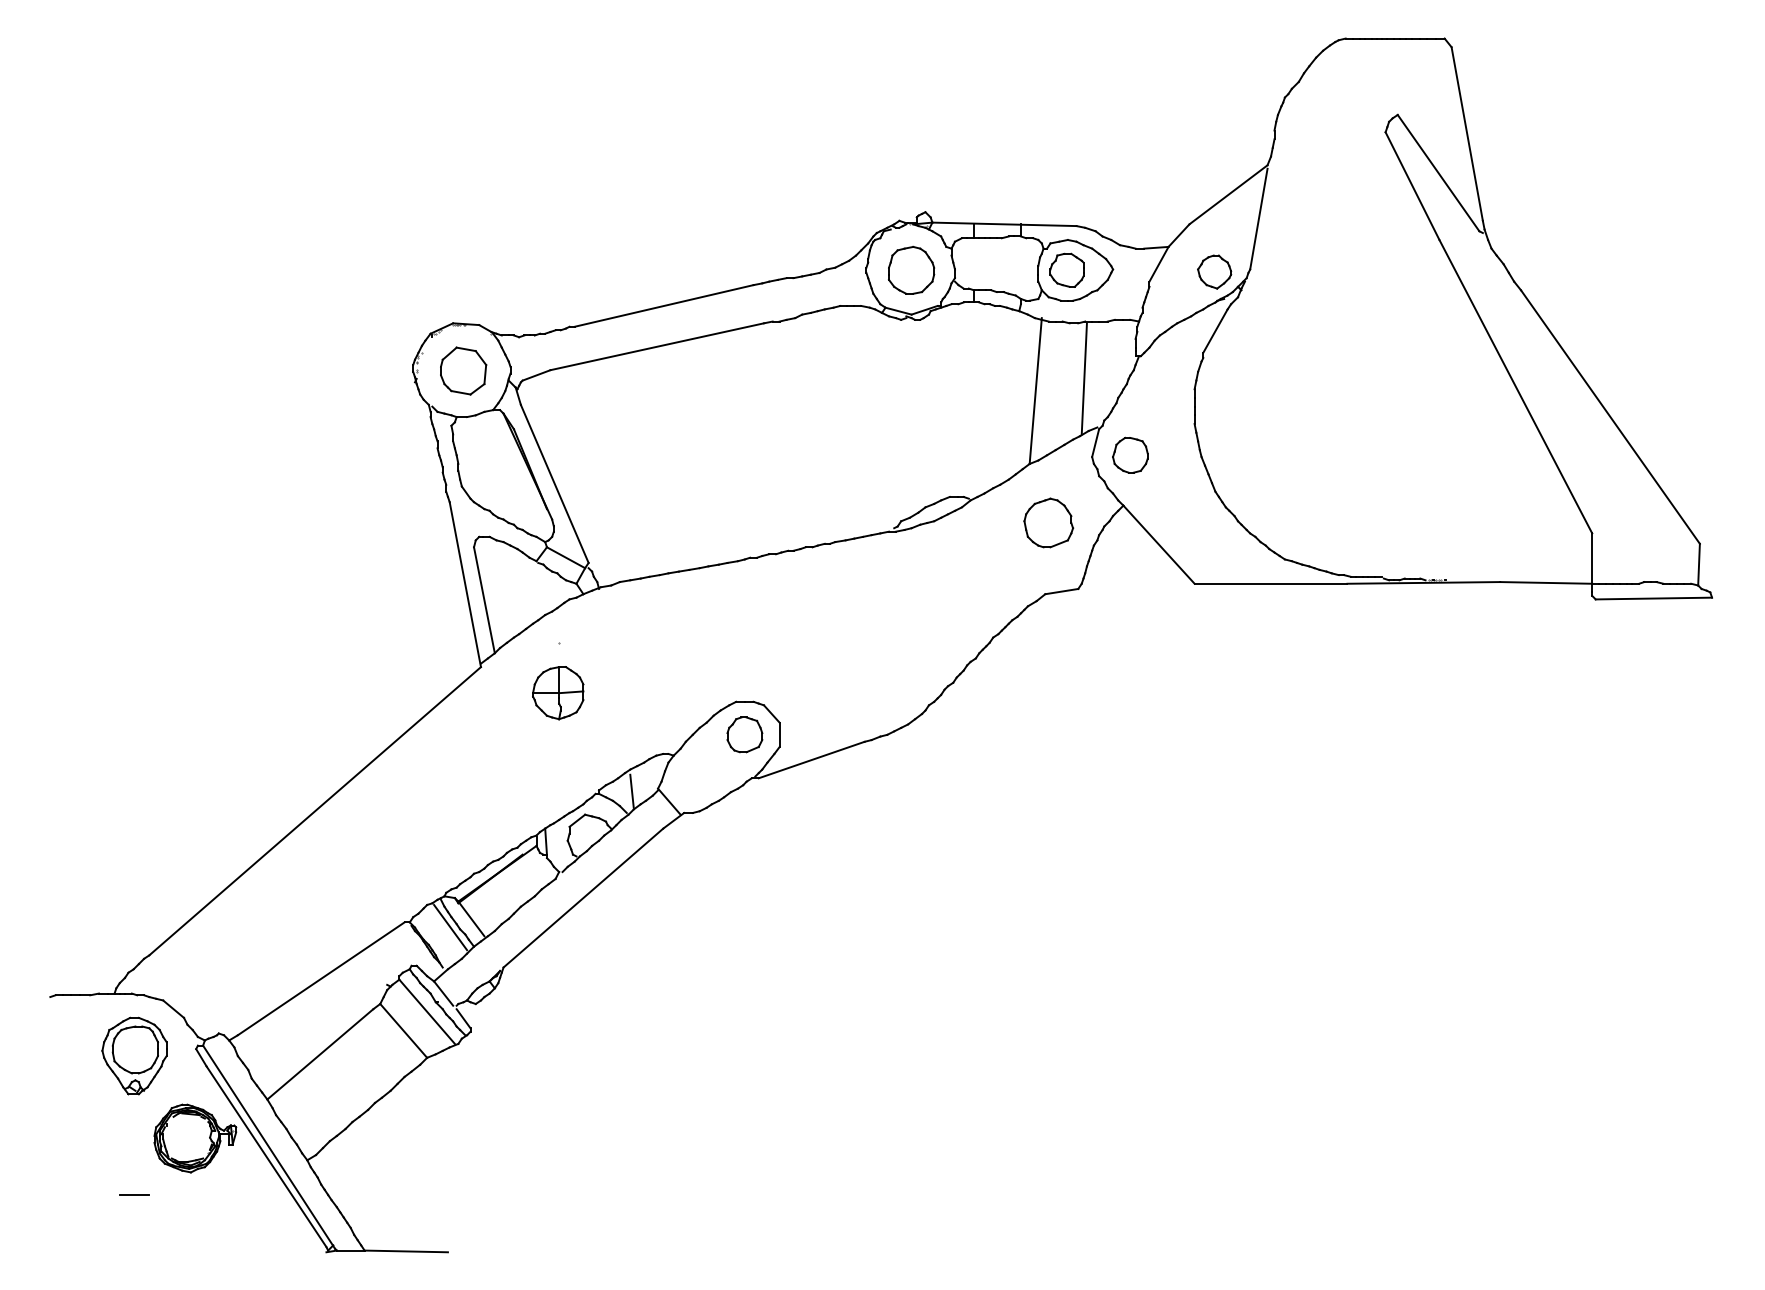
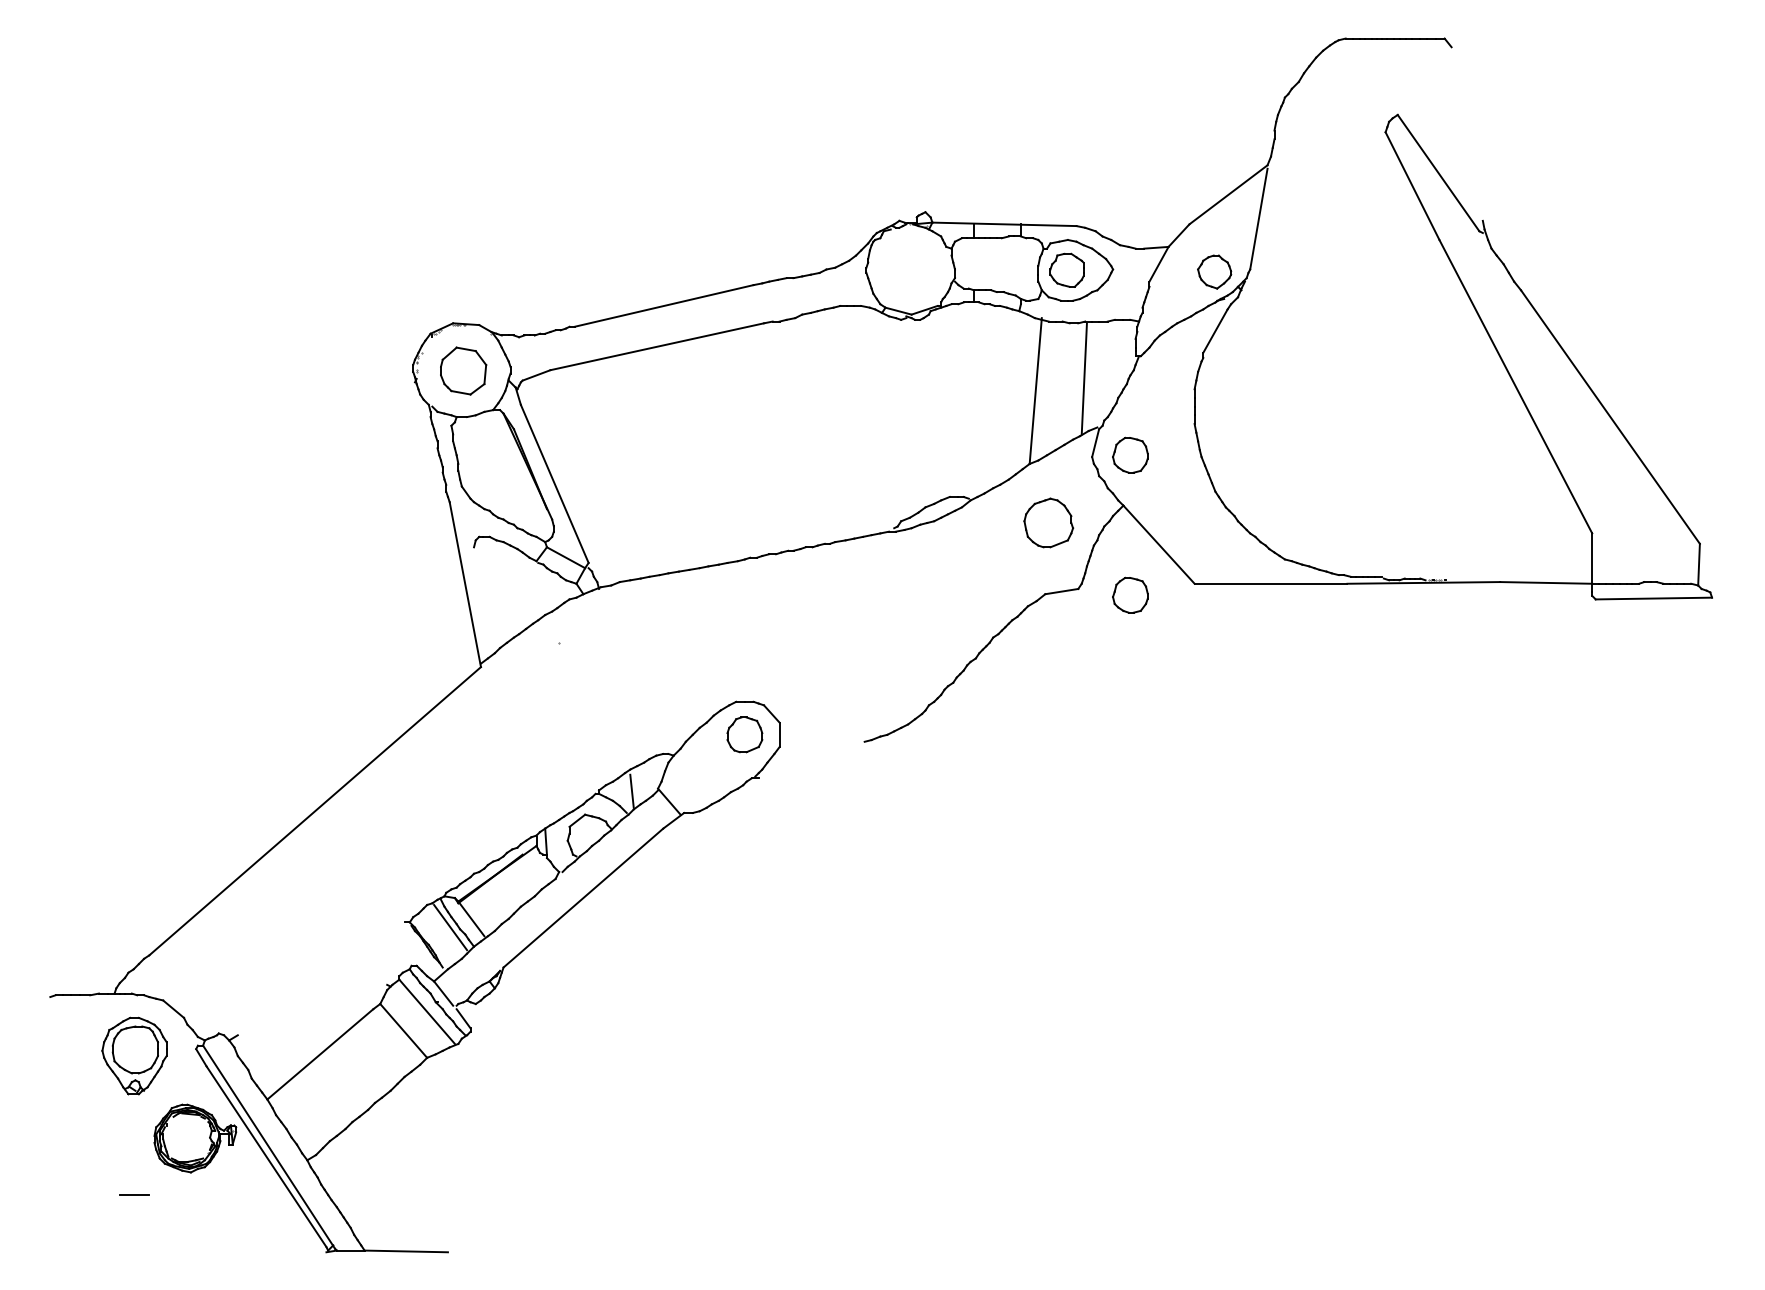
line at (1466, 133): present -> none
part at (911, 269): present -> none
part at (1130, 594): none -> present
line at (484, 600): present -> none
part at (558, 693): present -> none
line at (811, 759): present -> none
line at (320, 978): present -> none
